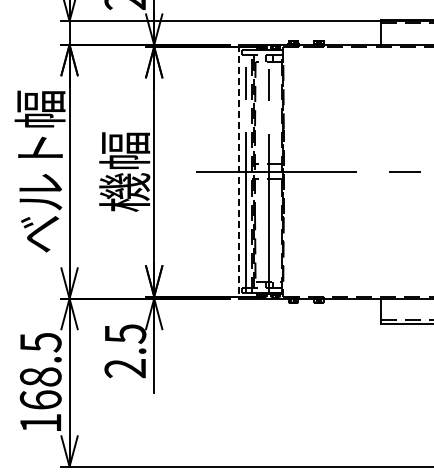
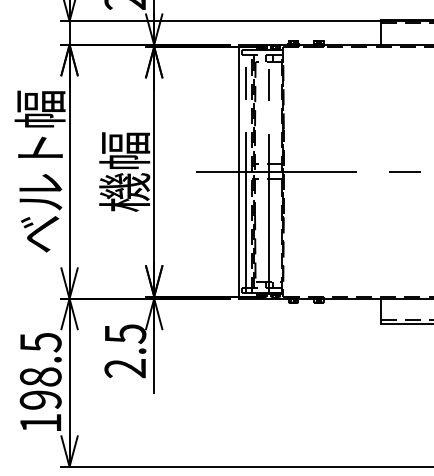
line at (239, 171): dashed -> solid
text at (40, 399): 168.5 -> 198.5
